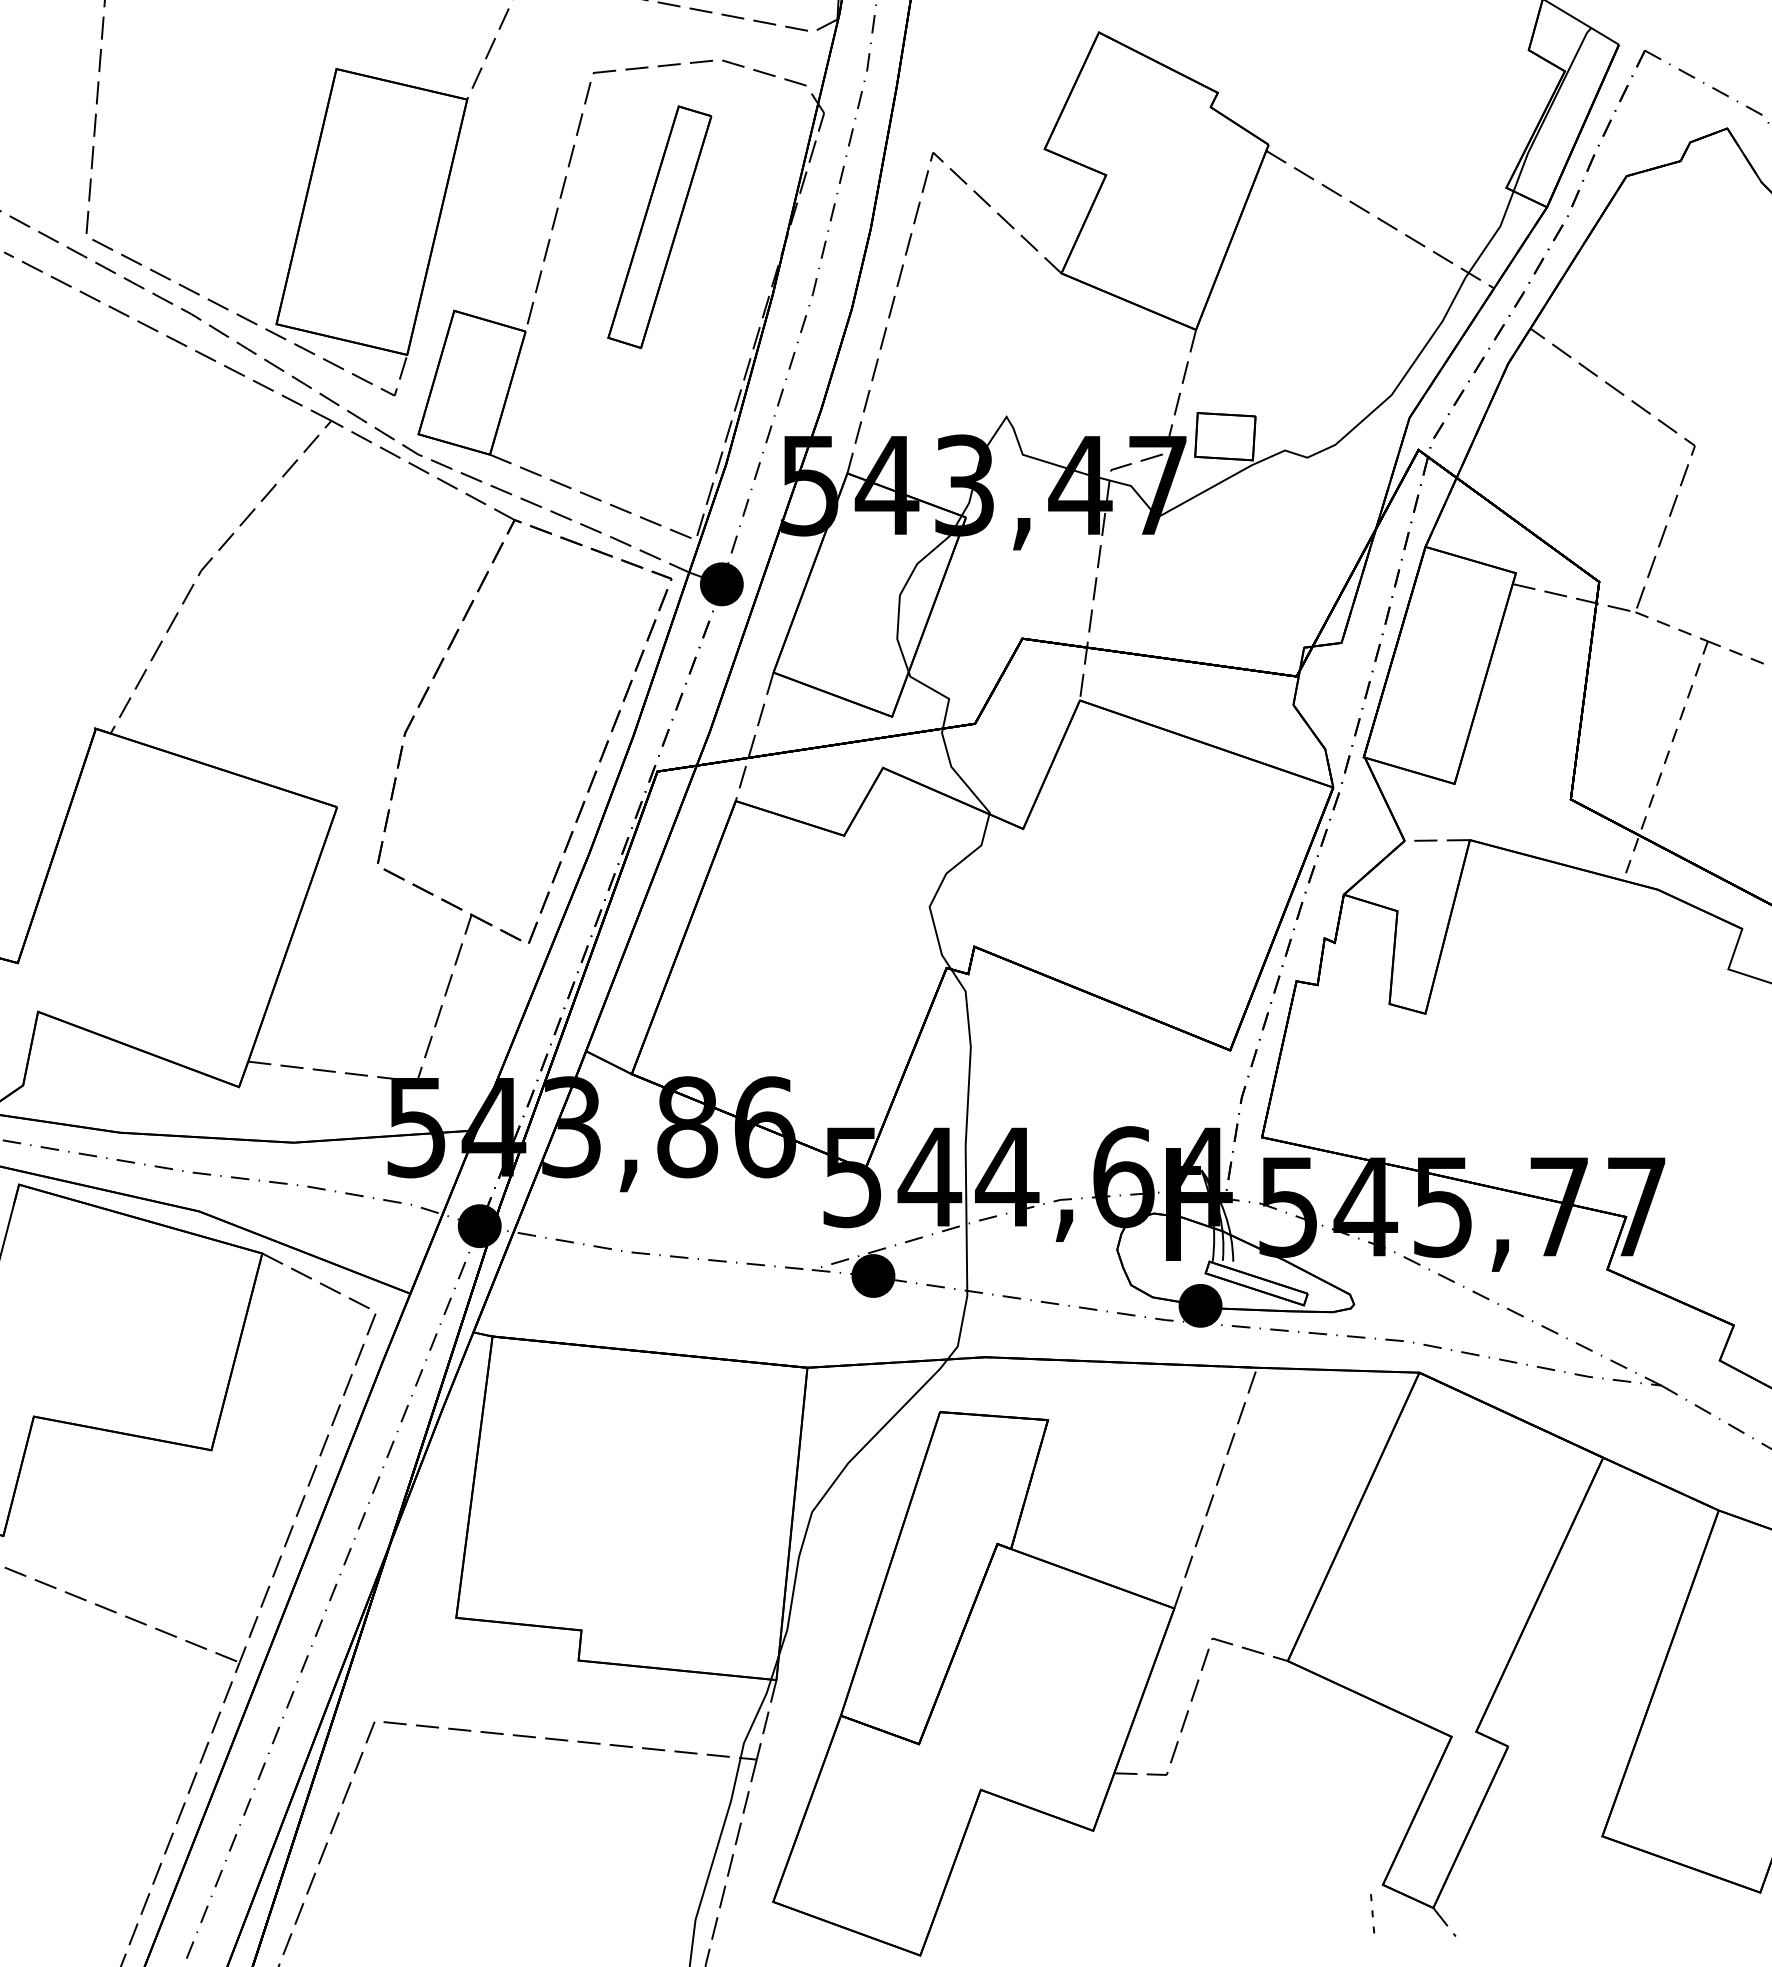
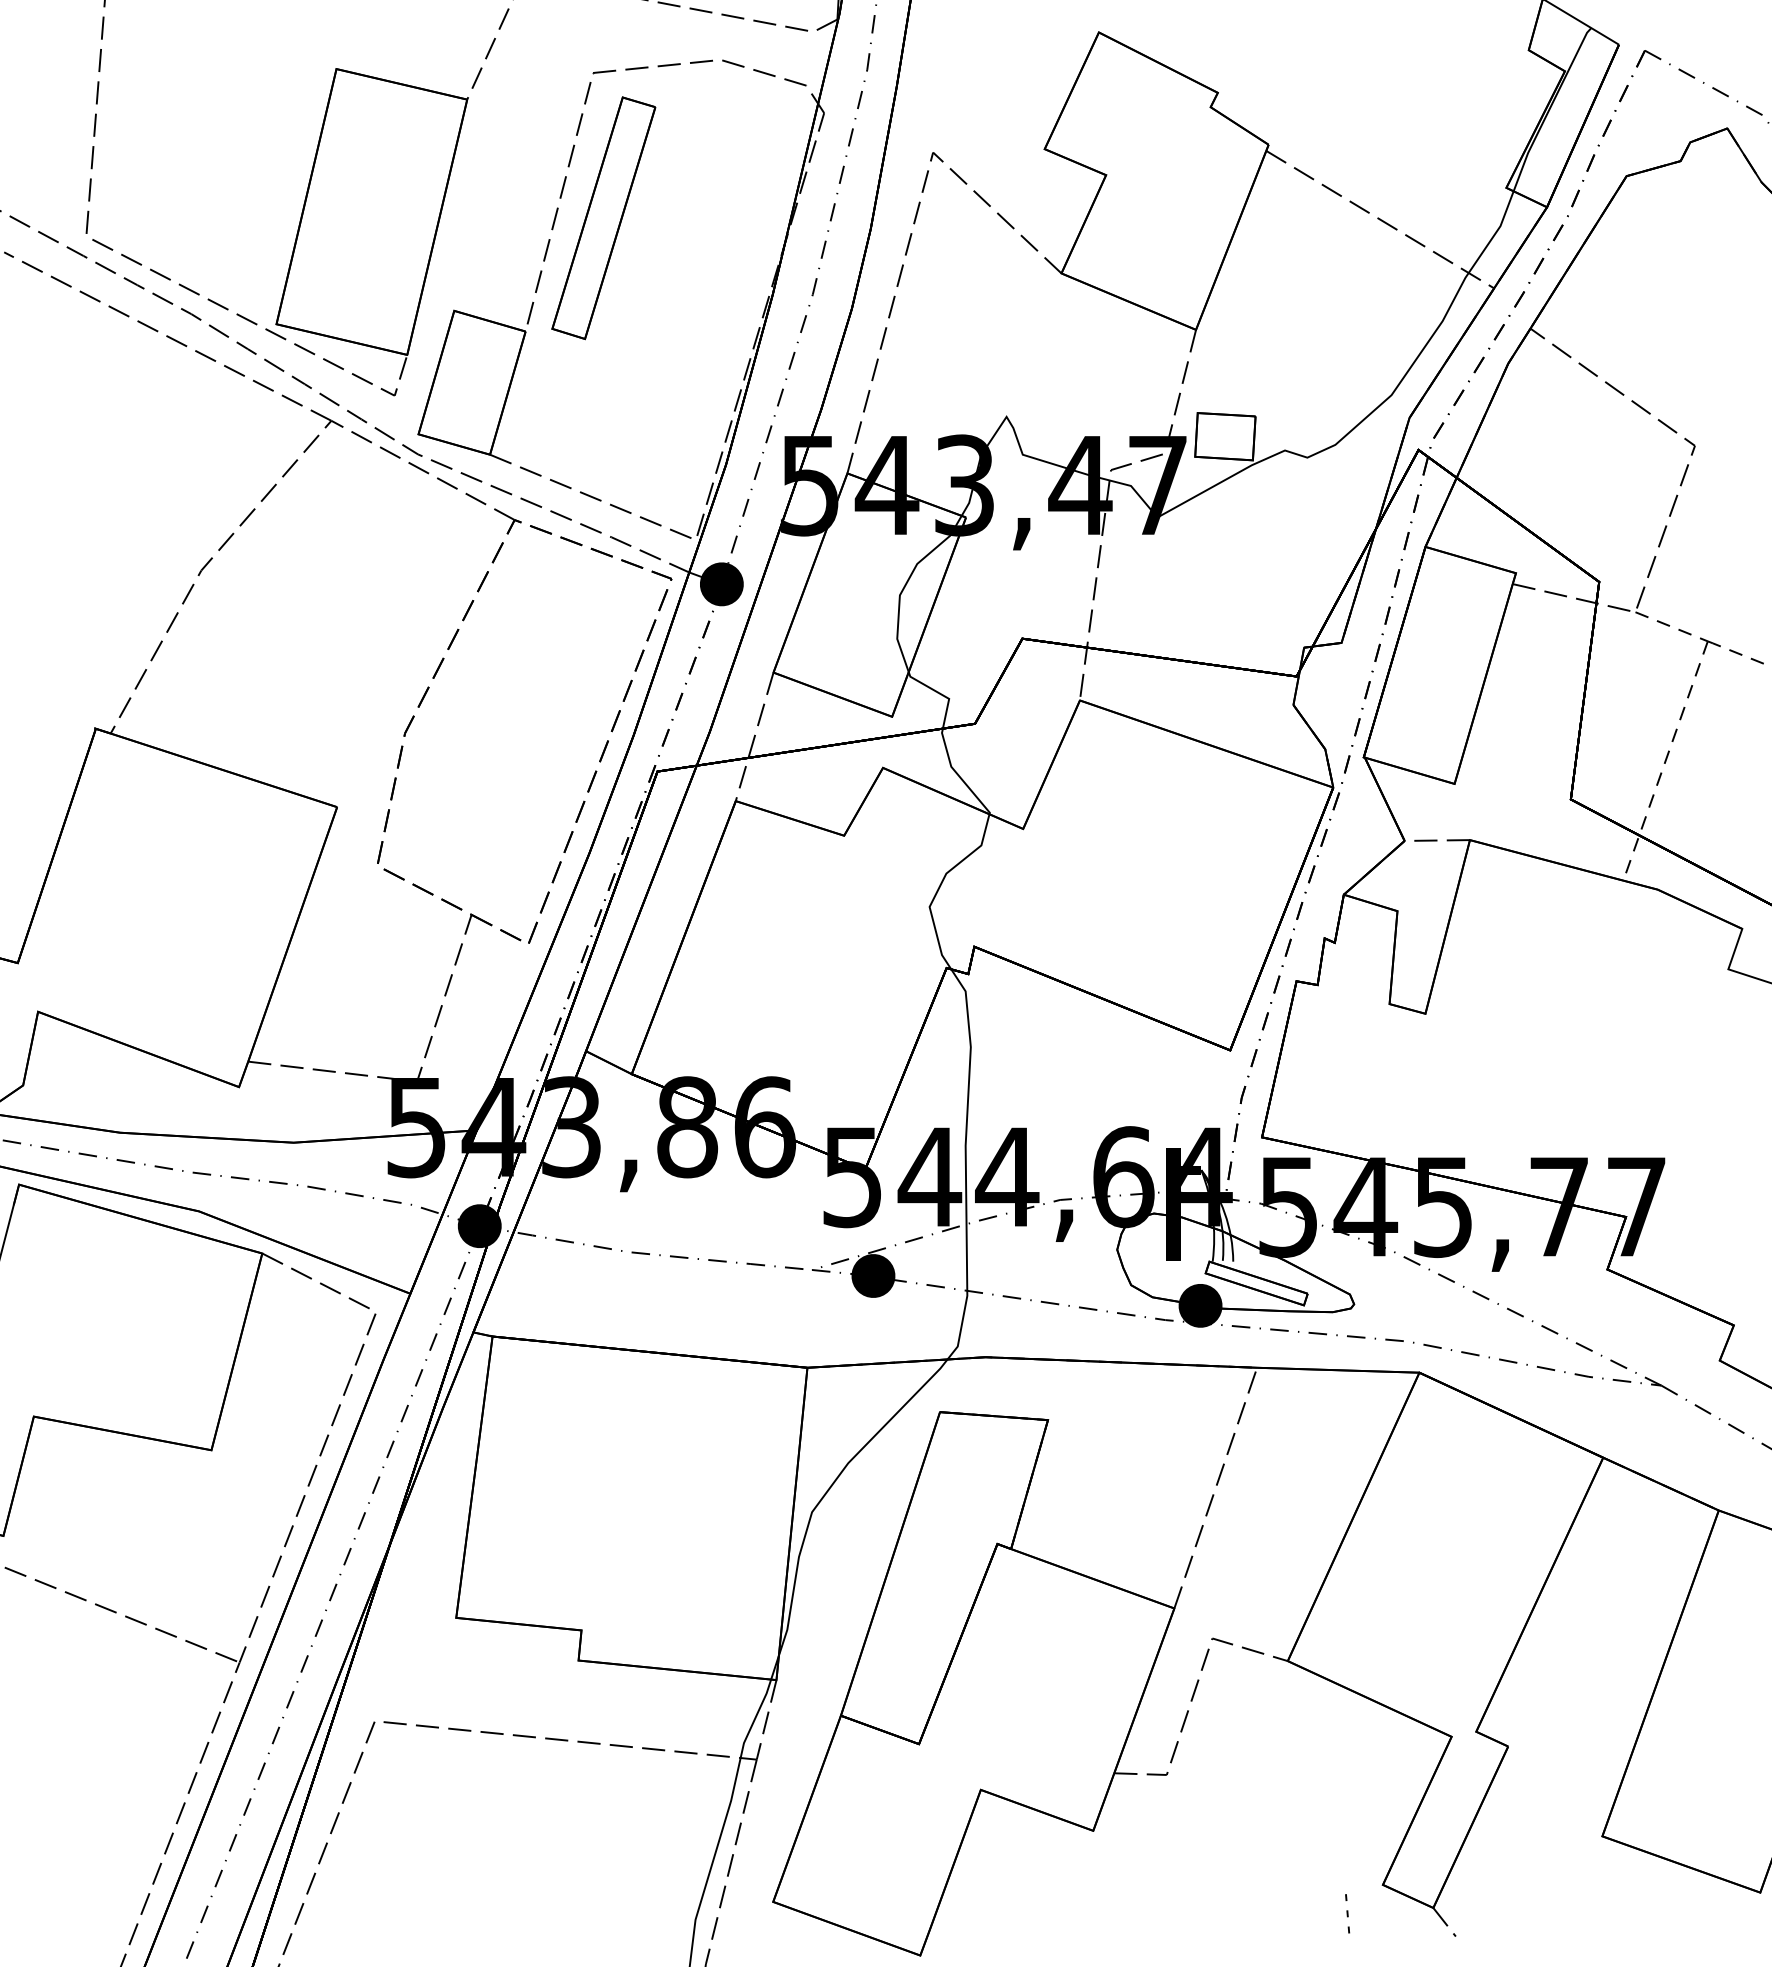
part at (659, 227) position: (659, 227) -> (603, 218)
line at (1372, 1913) position: (1372, 1913) -> (1347, 1913)
